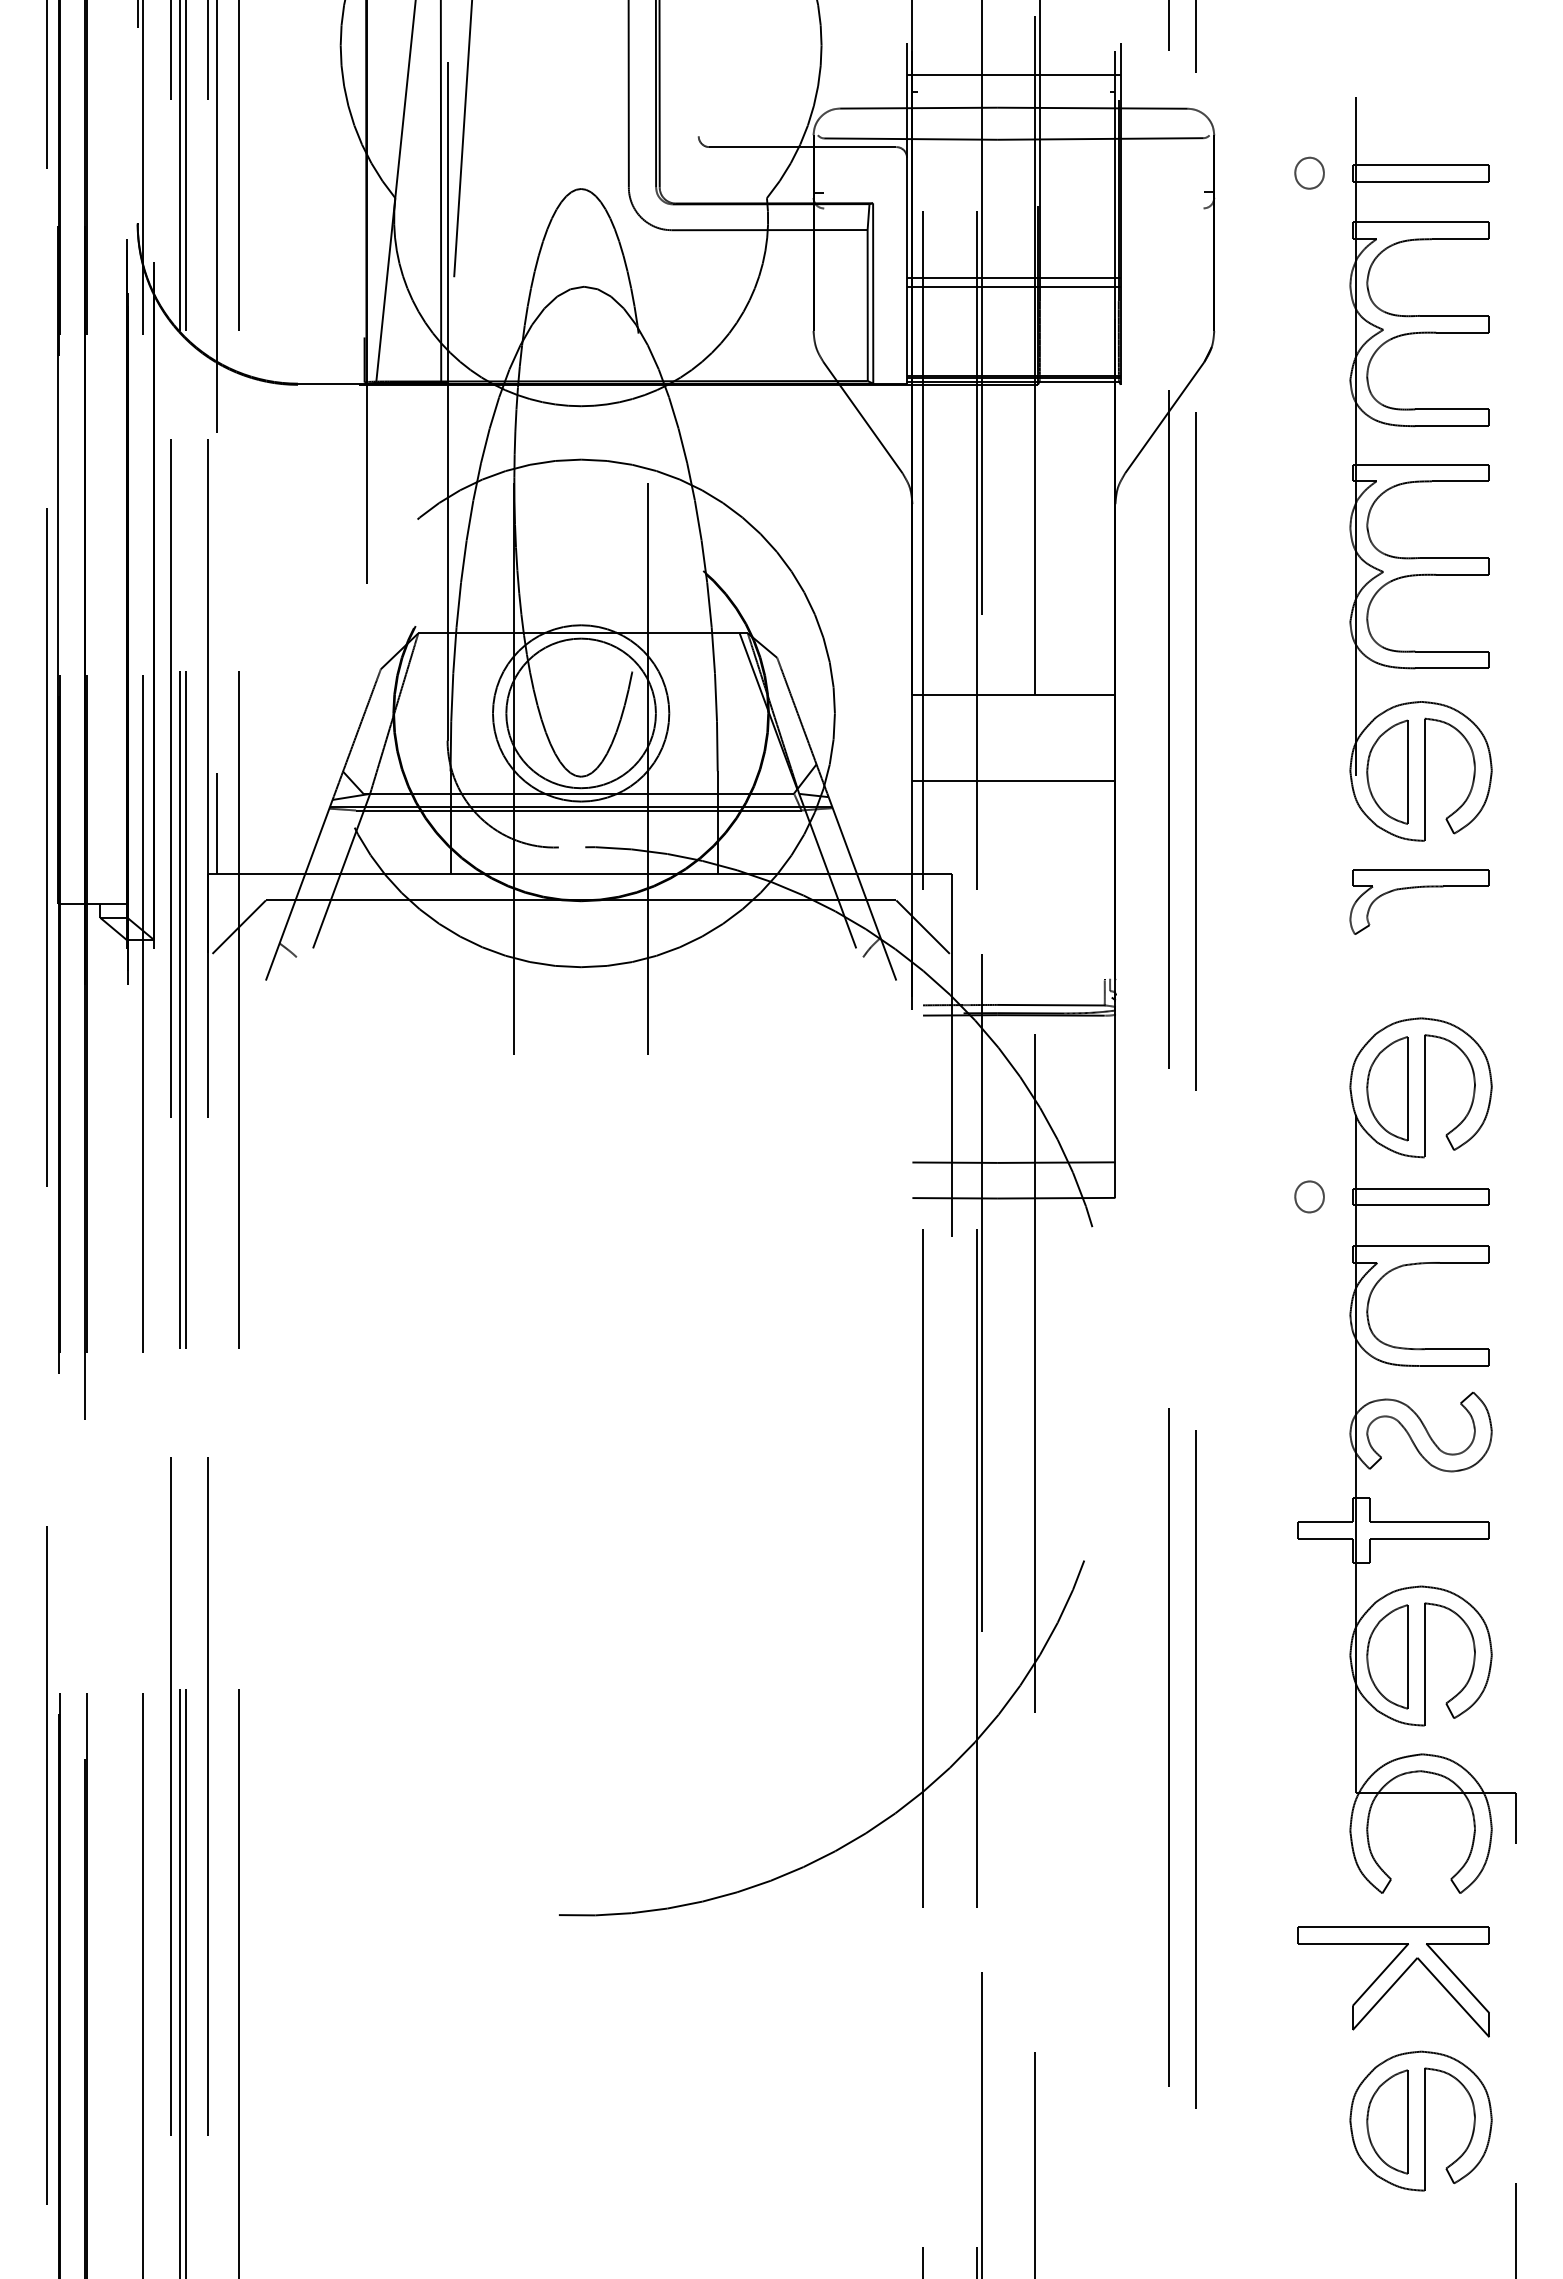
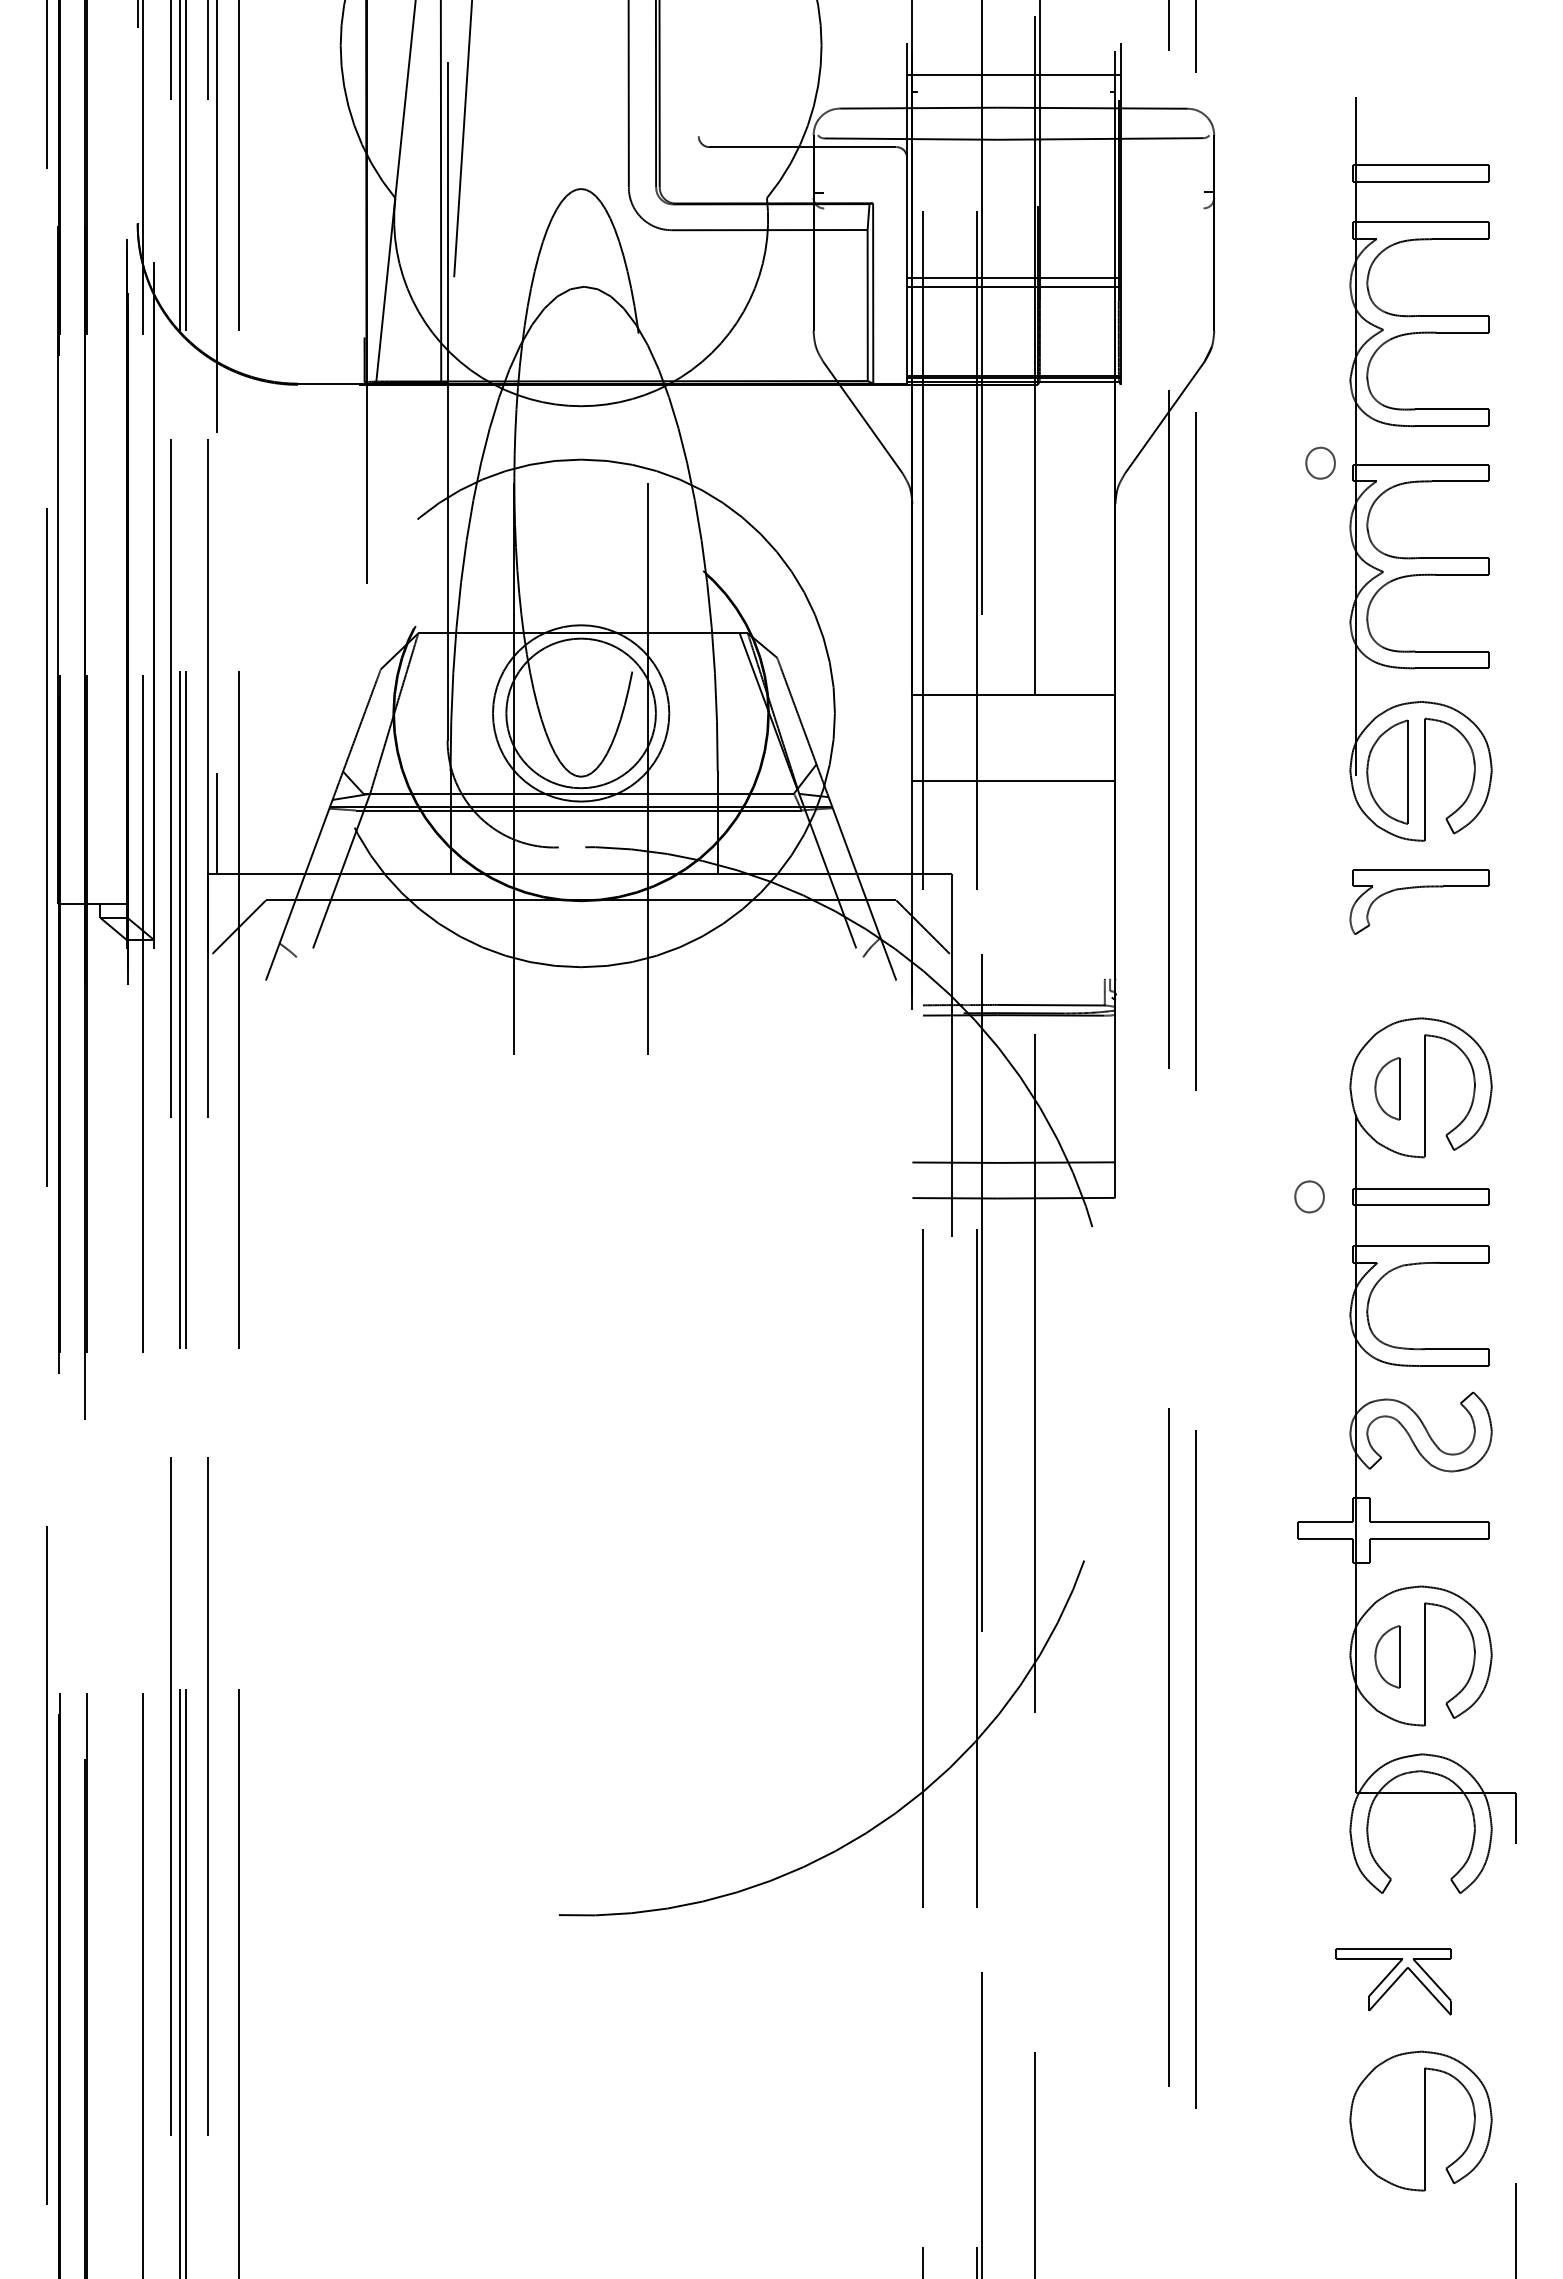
part at (1309, 172) position: (1309, 172) -> (1320, 462)
part at (1387, 1088) size: 43x106 px -> 27x64 px
part at (1387, 1656) size: 43x106 px -> 27x64 px
part at (1393, 1981) size: 193x112 px -> 117x68 px
part at (1387, 2121): present -> none
